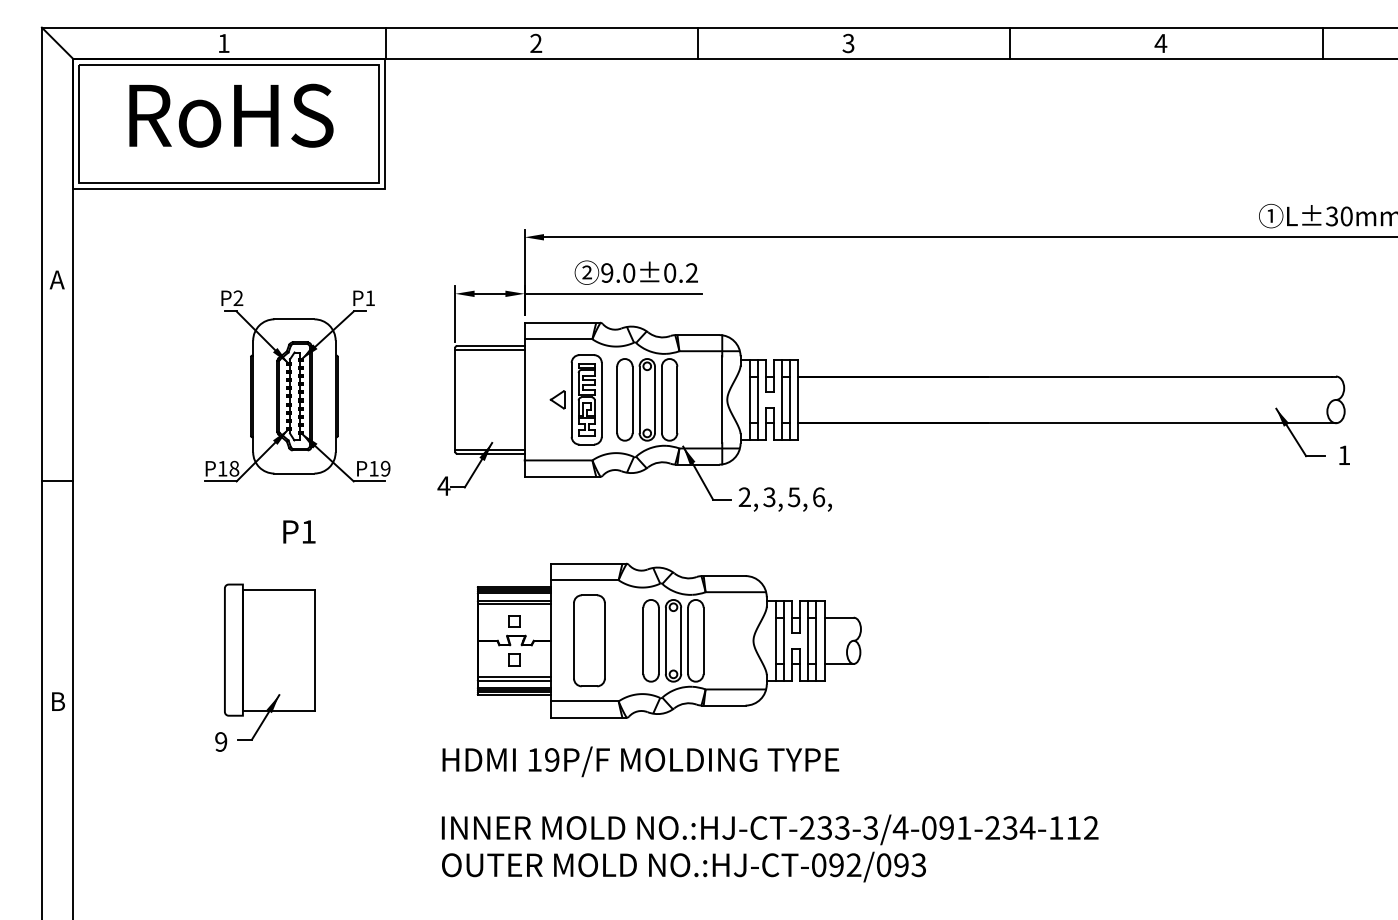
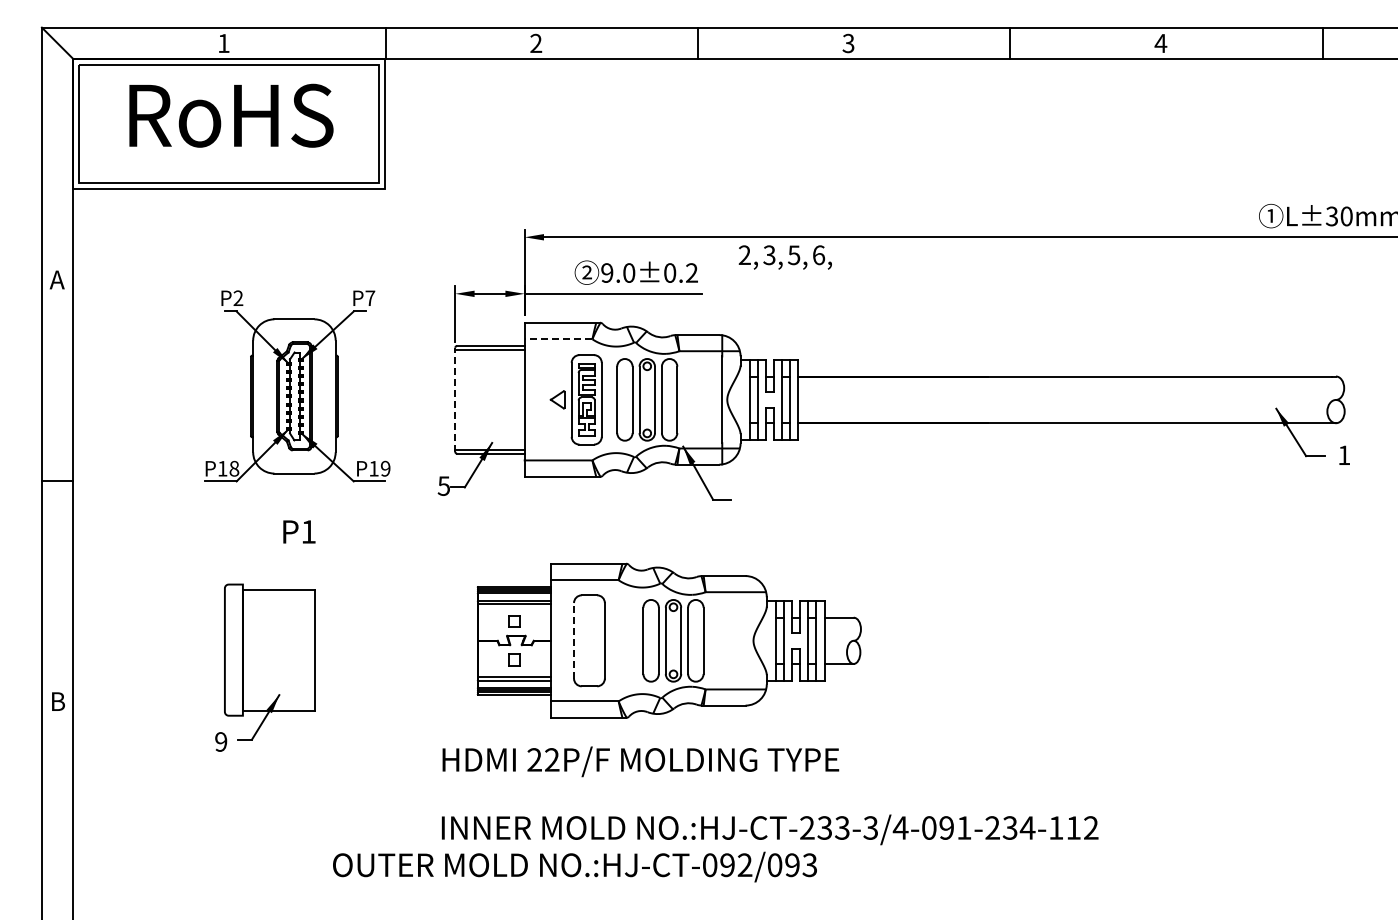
text at (370, 297): P1 -> P7
line at (558, 339): solid -> dashed
line at (455, 399): solid -> dashed
text at (443, 485): 4 -> 5
text at (784, 499) position: (784, 499) -> (784, 257)
line at (574, 640): solid -> dashed
text at (543, 759): 19P/F -> 22P/F
text at (683, 866) position: (683, 866) -> (574, 866)
